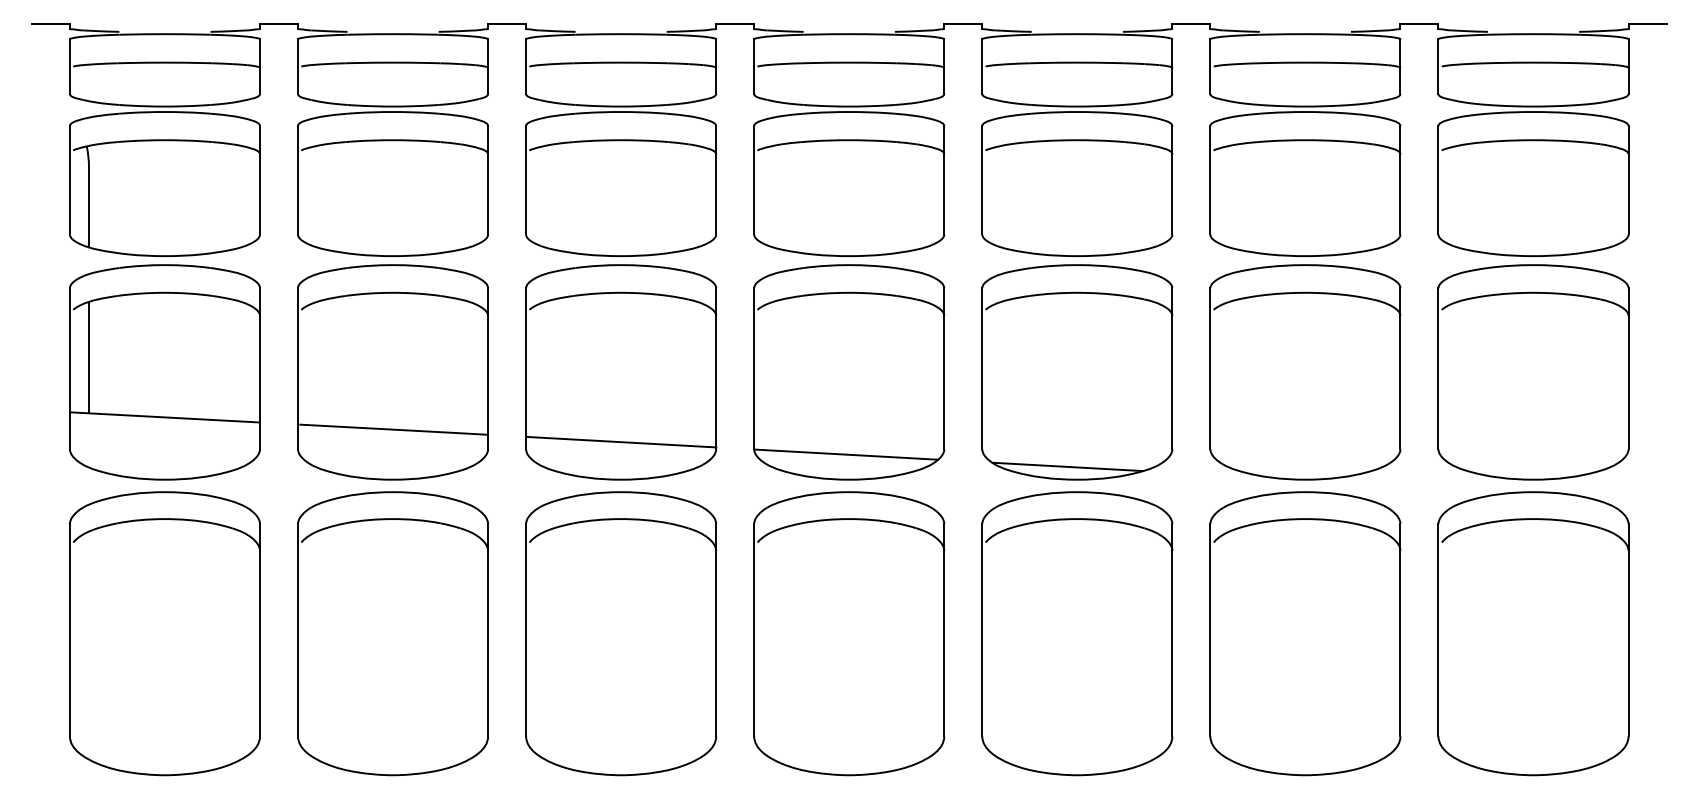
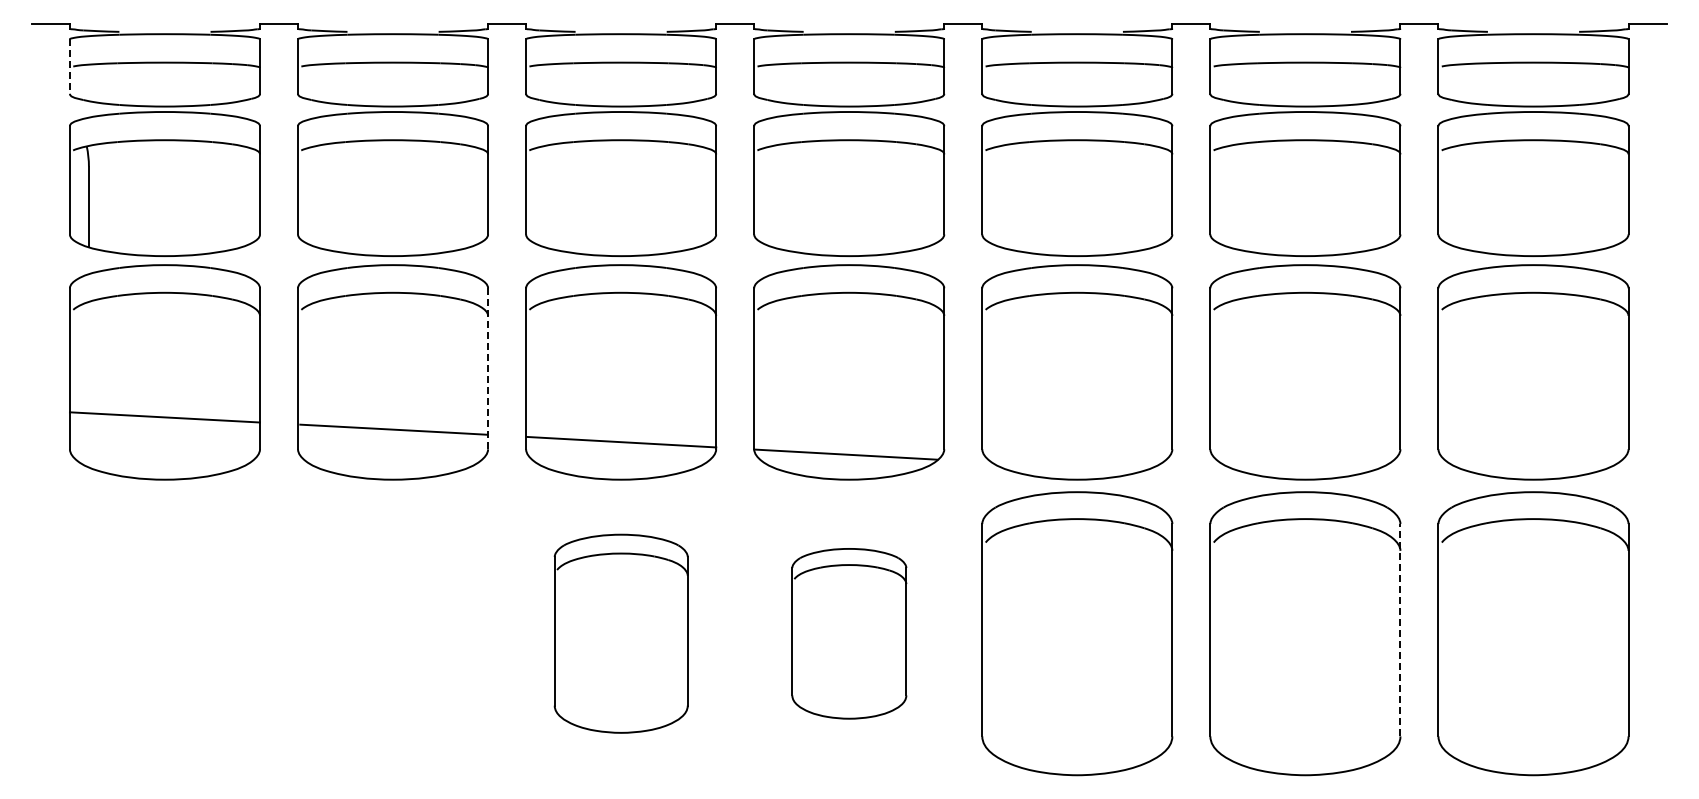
line at (69, 67): solid -> dashed
line at (88, 357): present -> none
line at (488, 368): solid -> dashed
line at (1068, 466): present -> none
line at (1400, 629): solid -> dashed
part at (164, 633): present -> none
part at (392, 633): present -> none
part at (621, 633) size: 193x286 px -> 136x201 px
part at (849, 633) size: 193x286 px -> 117x172 px
